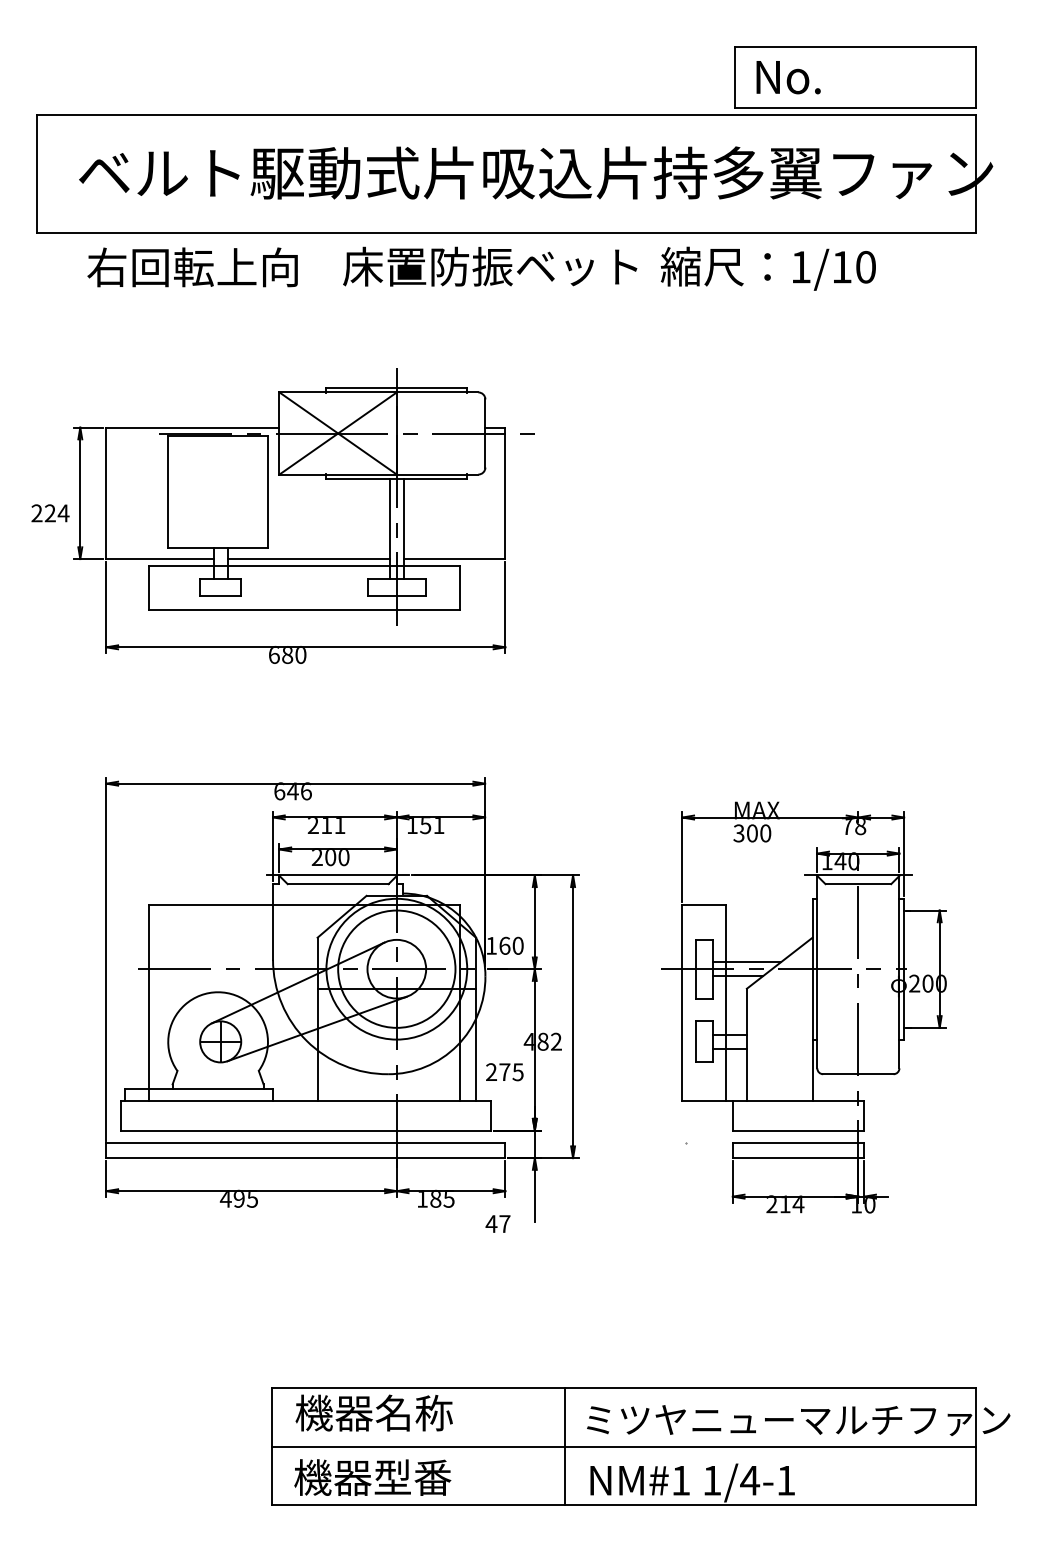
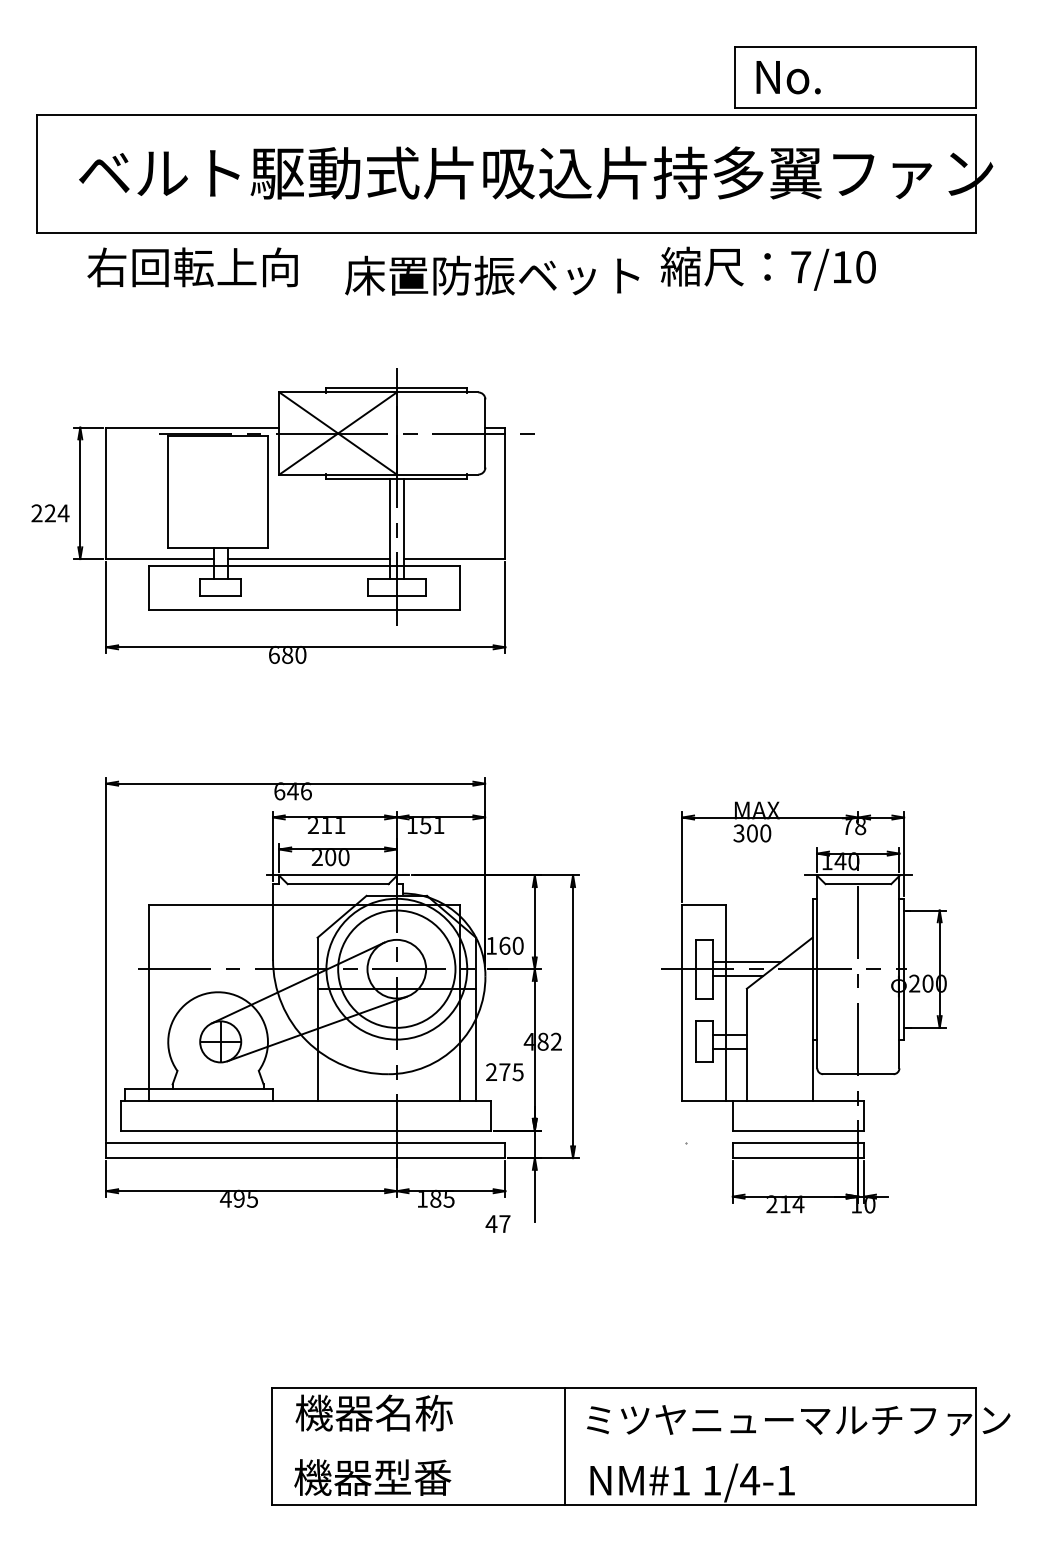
text at (490, 266) position: (490, 266) -> (492, 275)
text at (801, 267): 1/10 -> 7/10
line at (623, 1446): present -> none
